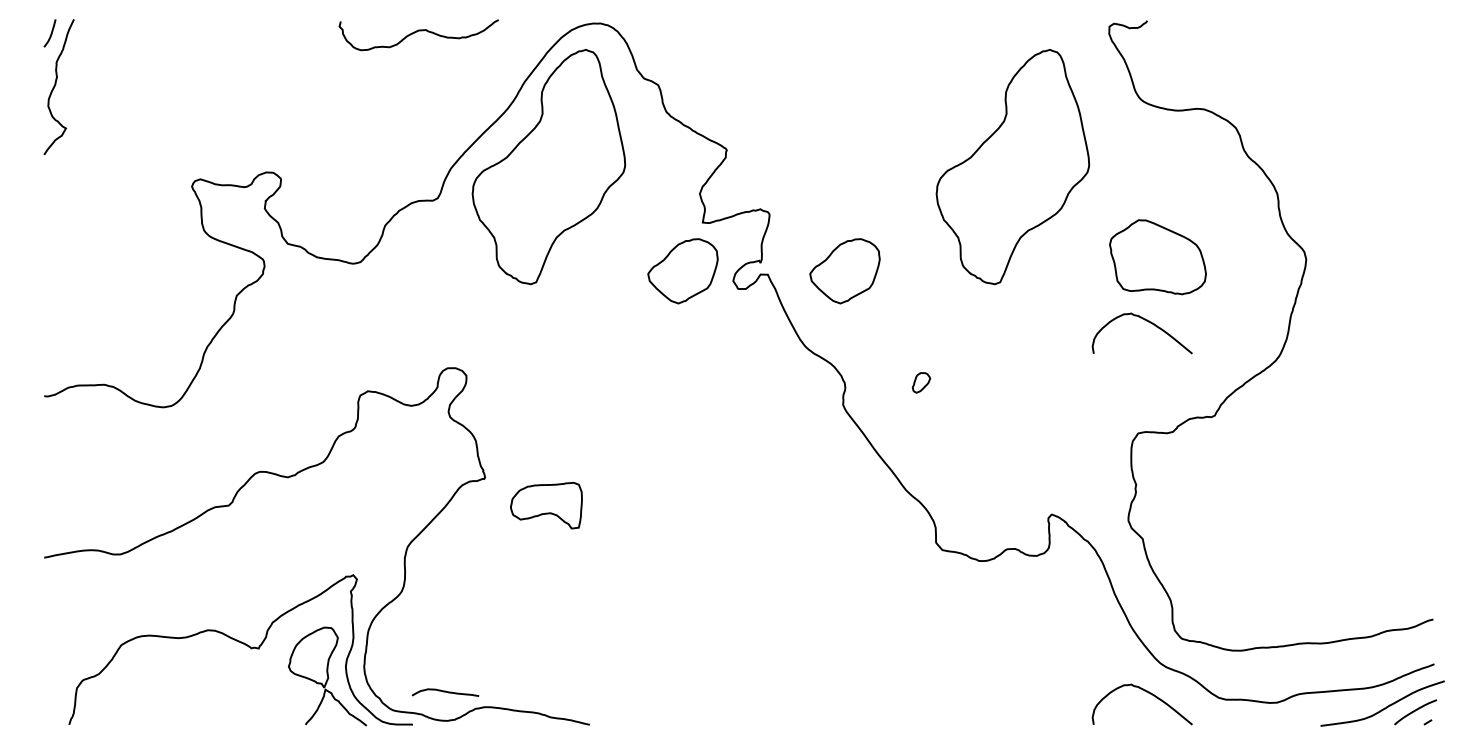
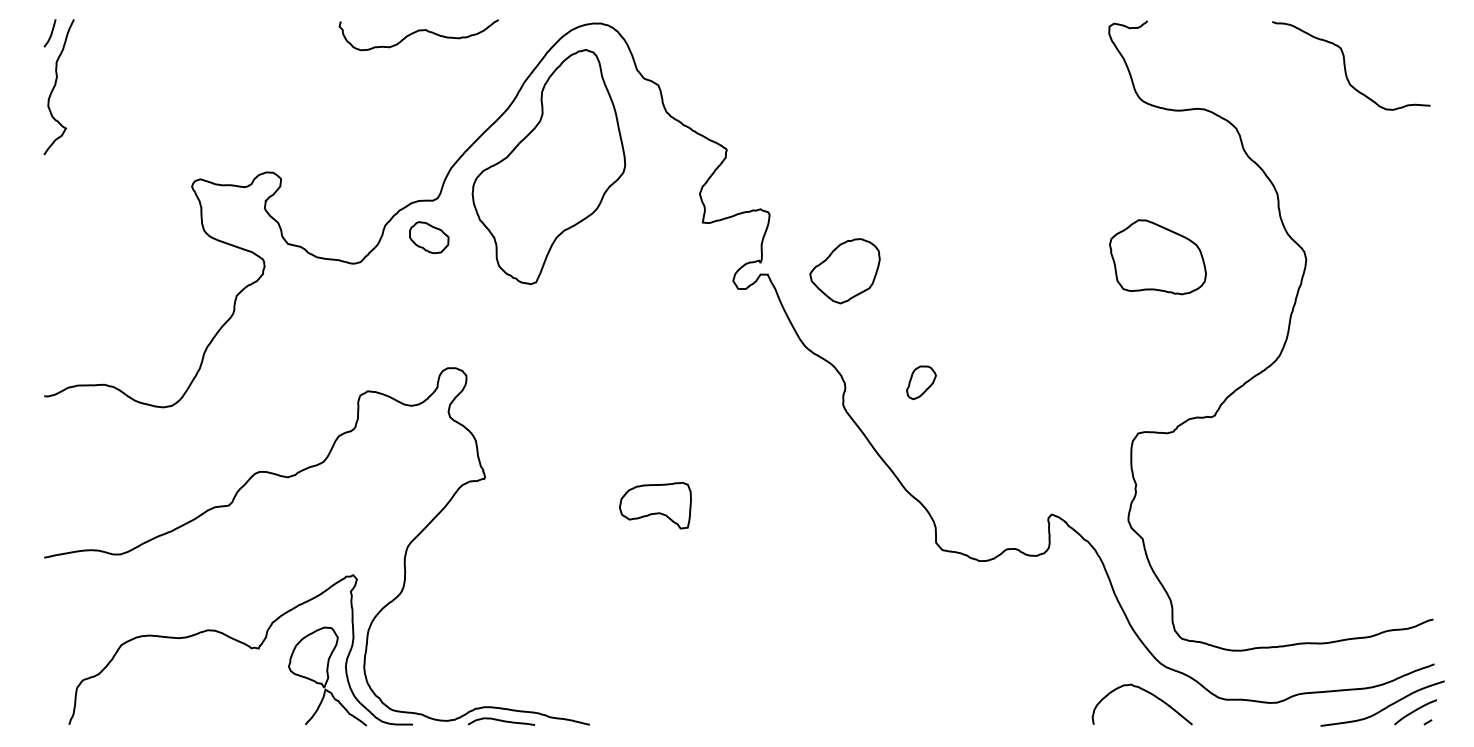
curve at (1345, 65): none -> present
part at (1012, 167): present -> none
part at (429, 237): none -> present
part at (682, 271): present -> none
curve at (1146, 321): present -> none
part at (921, 382) size: 21x22 px -> 31x36 px
part at (546, 505) position: (546, 505) -> (655, 505)
curve at (445, 692) position: (445, 692) -> (501, 721)
